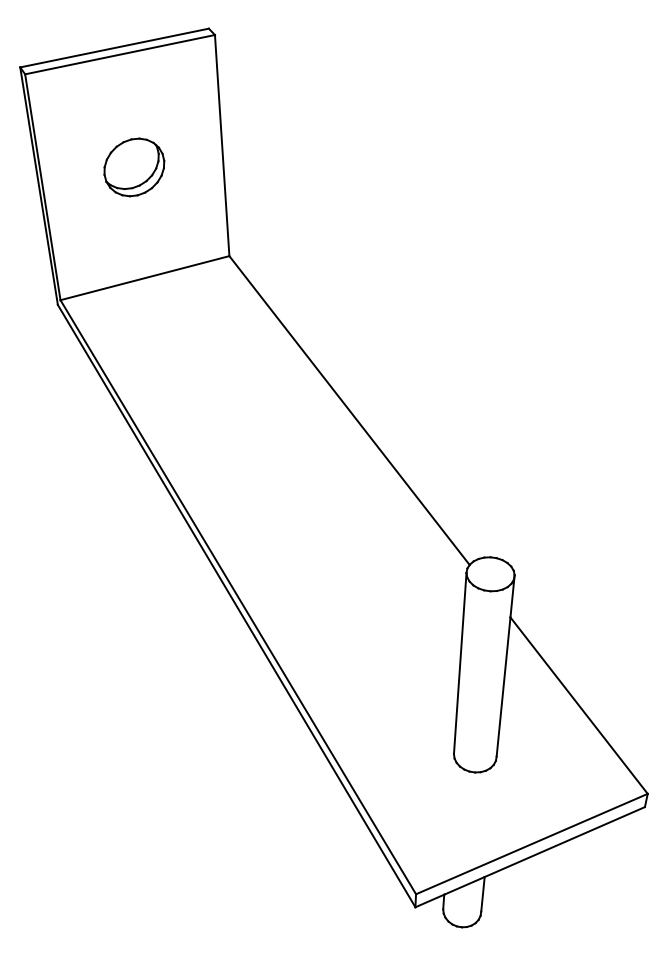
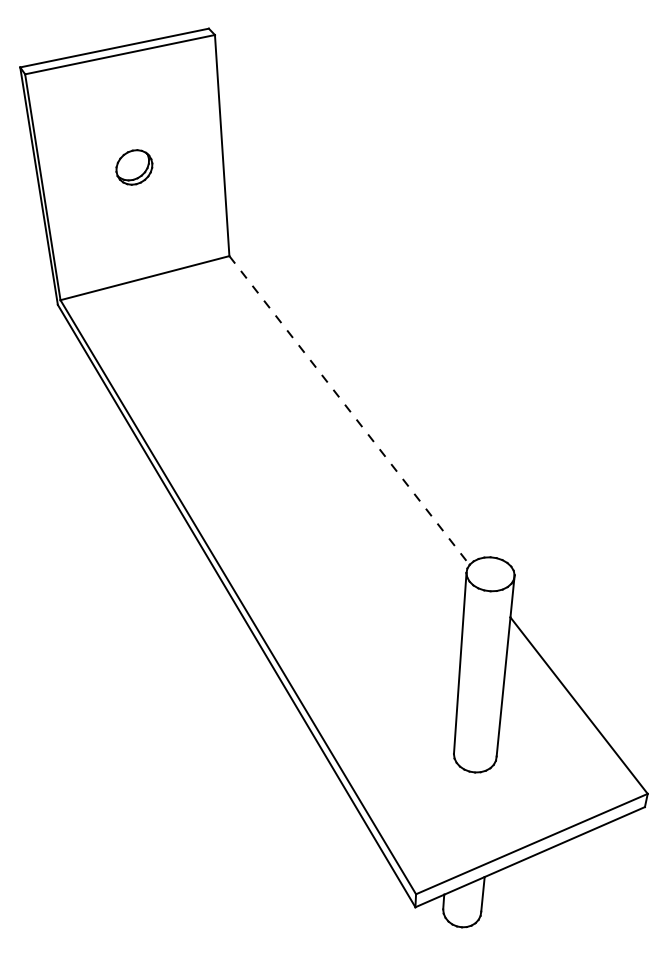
part at (134, 167) size: 63x61 px -> 39x37 px
line at (349, 410): solid -> dashed
